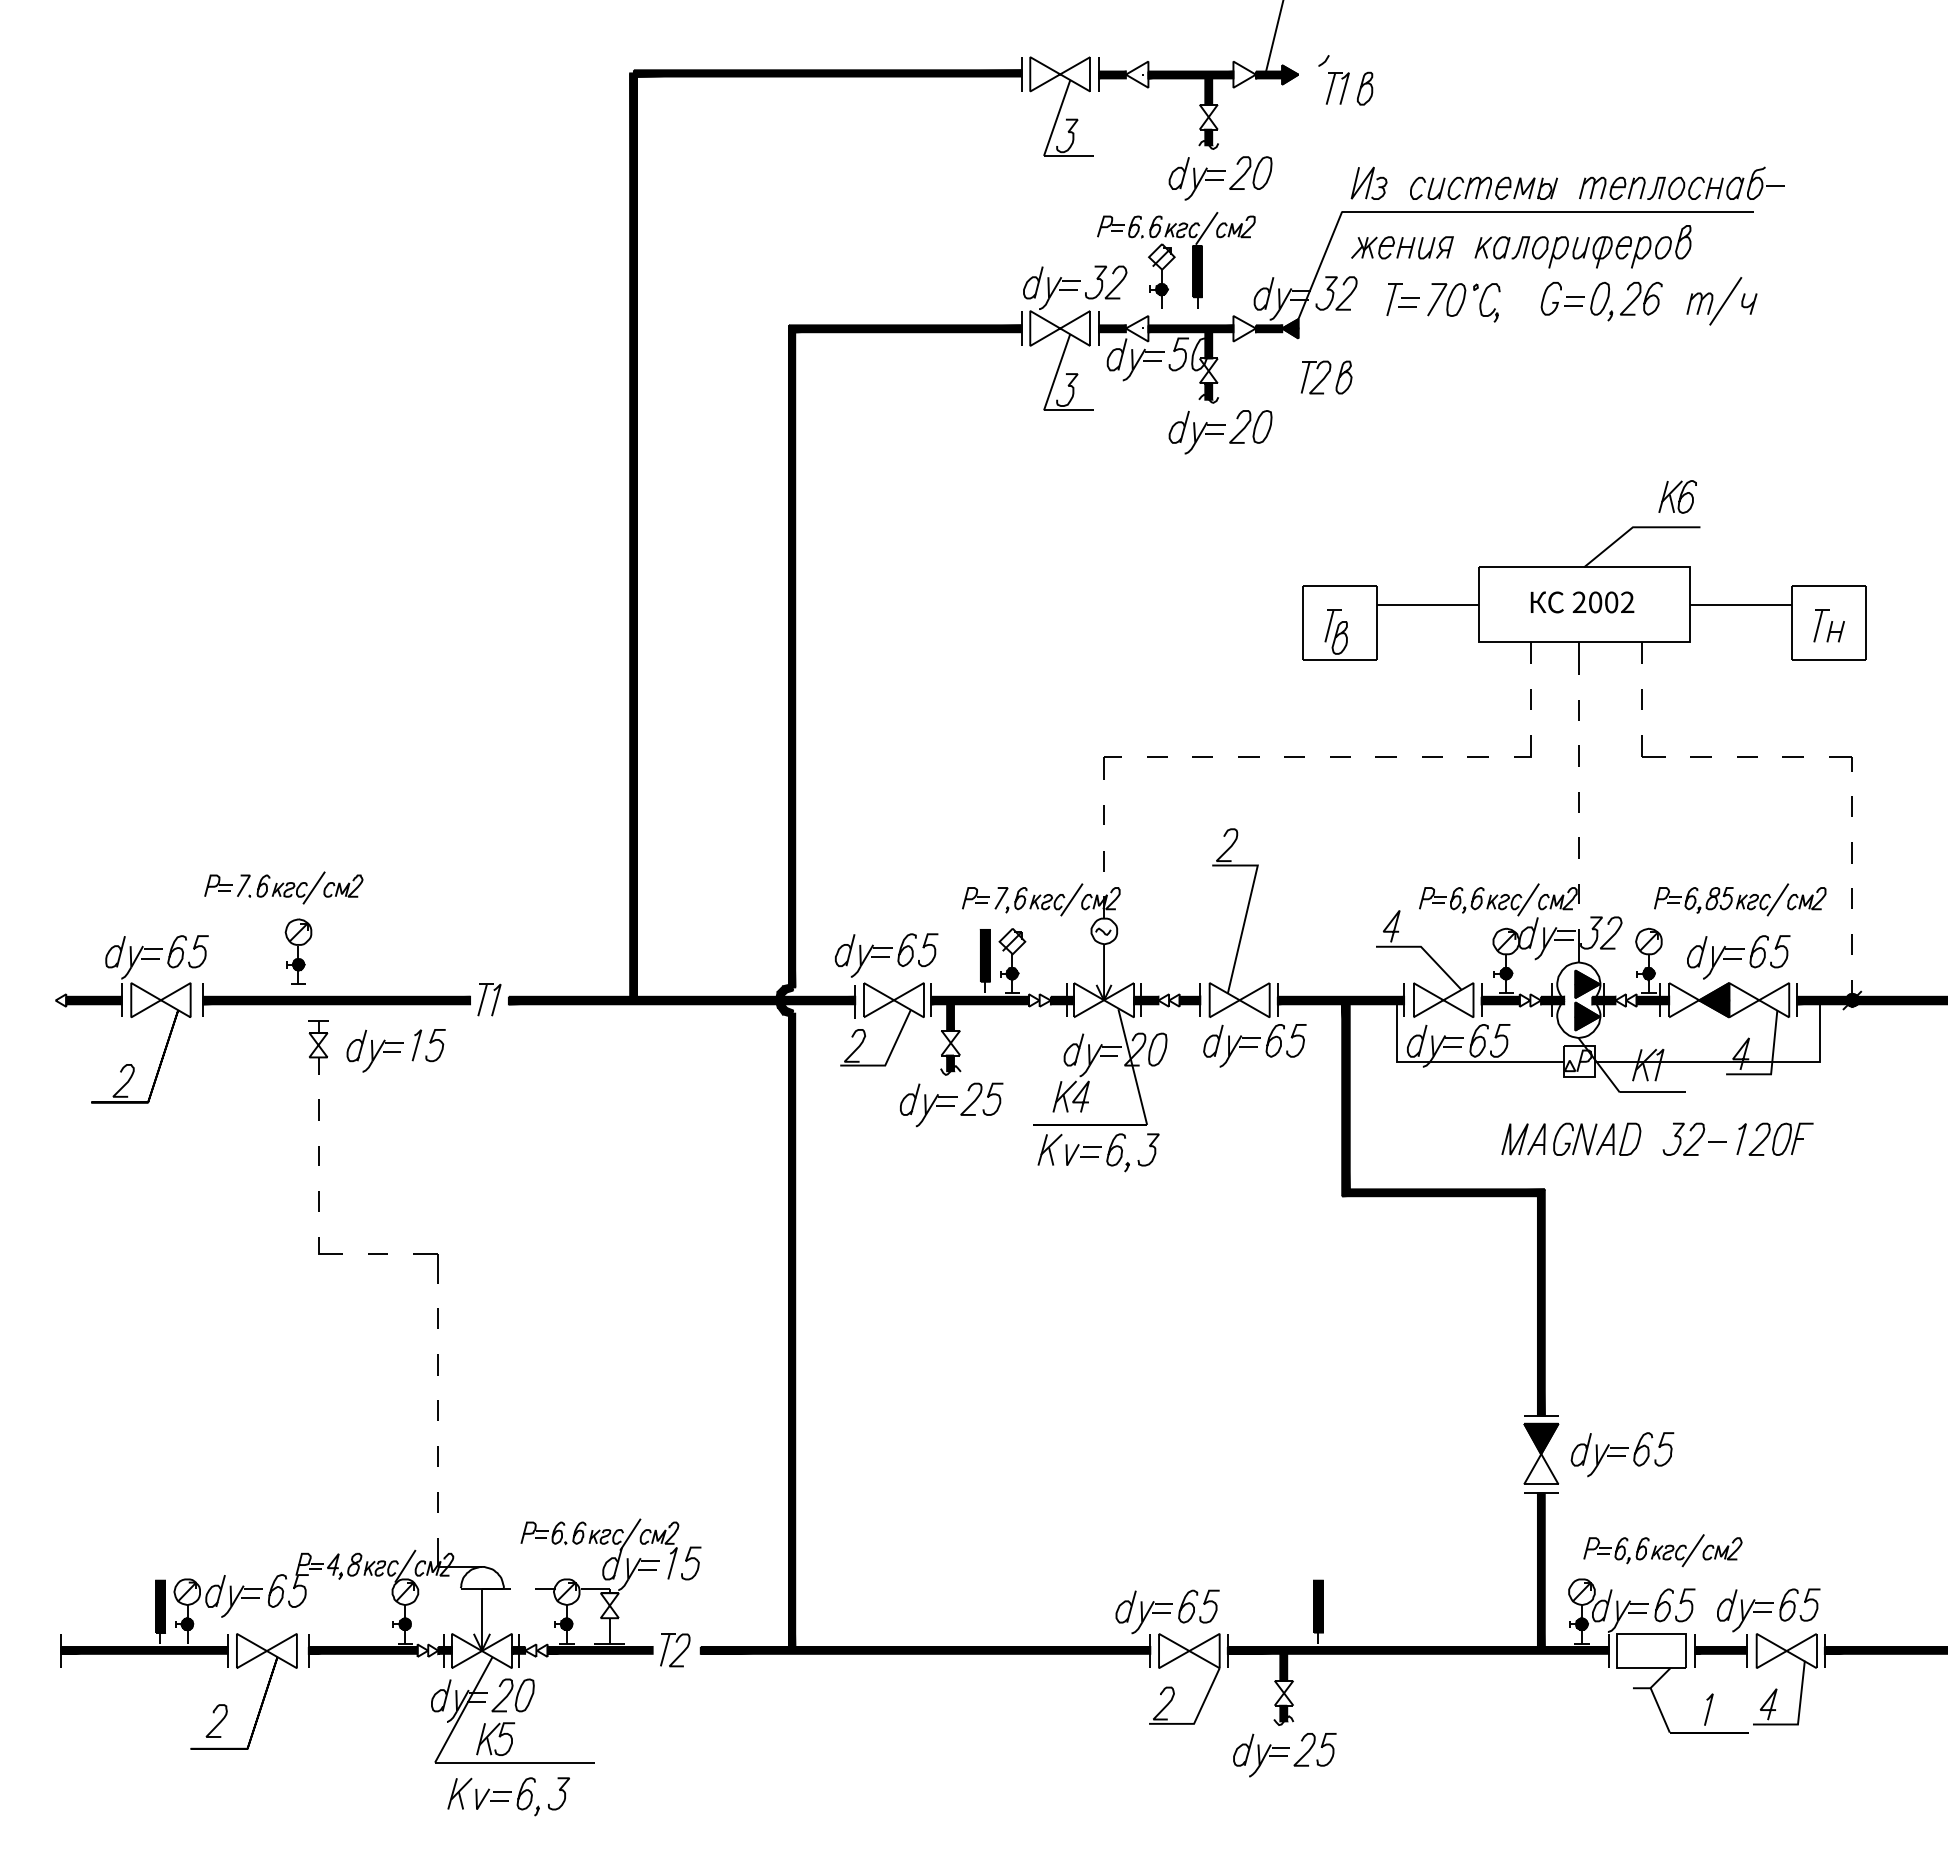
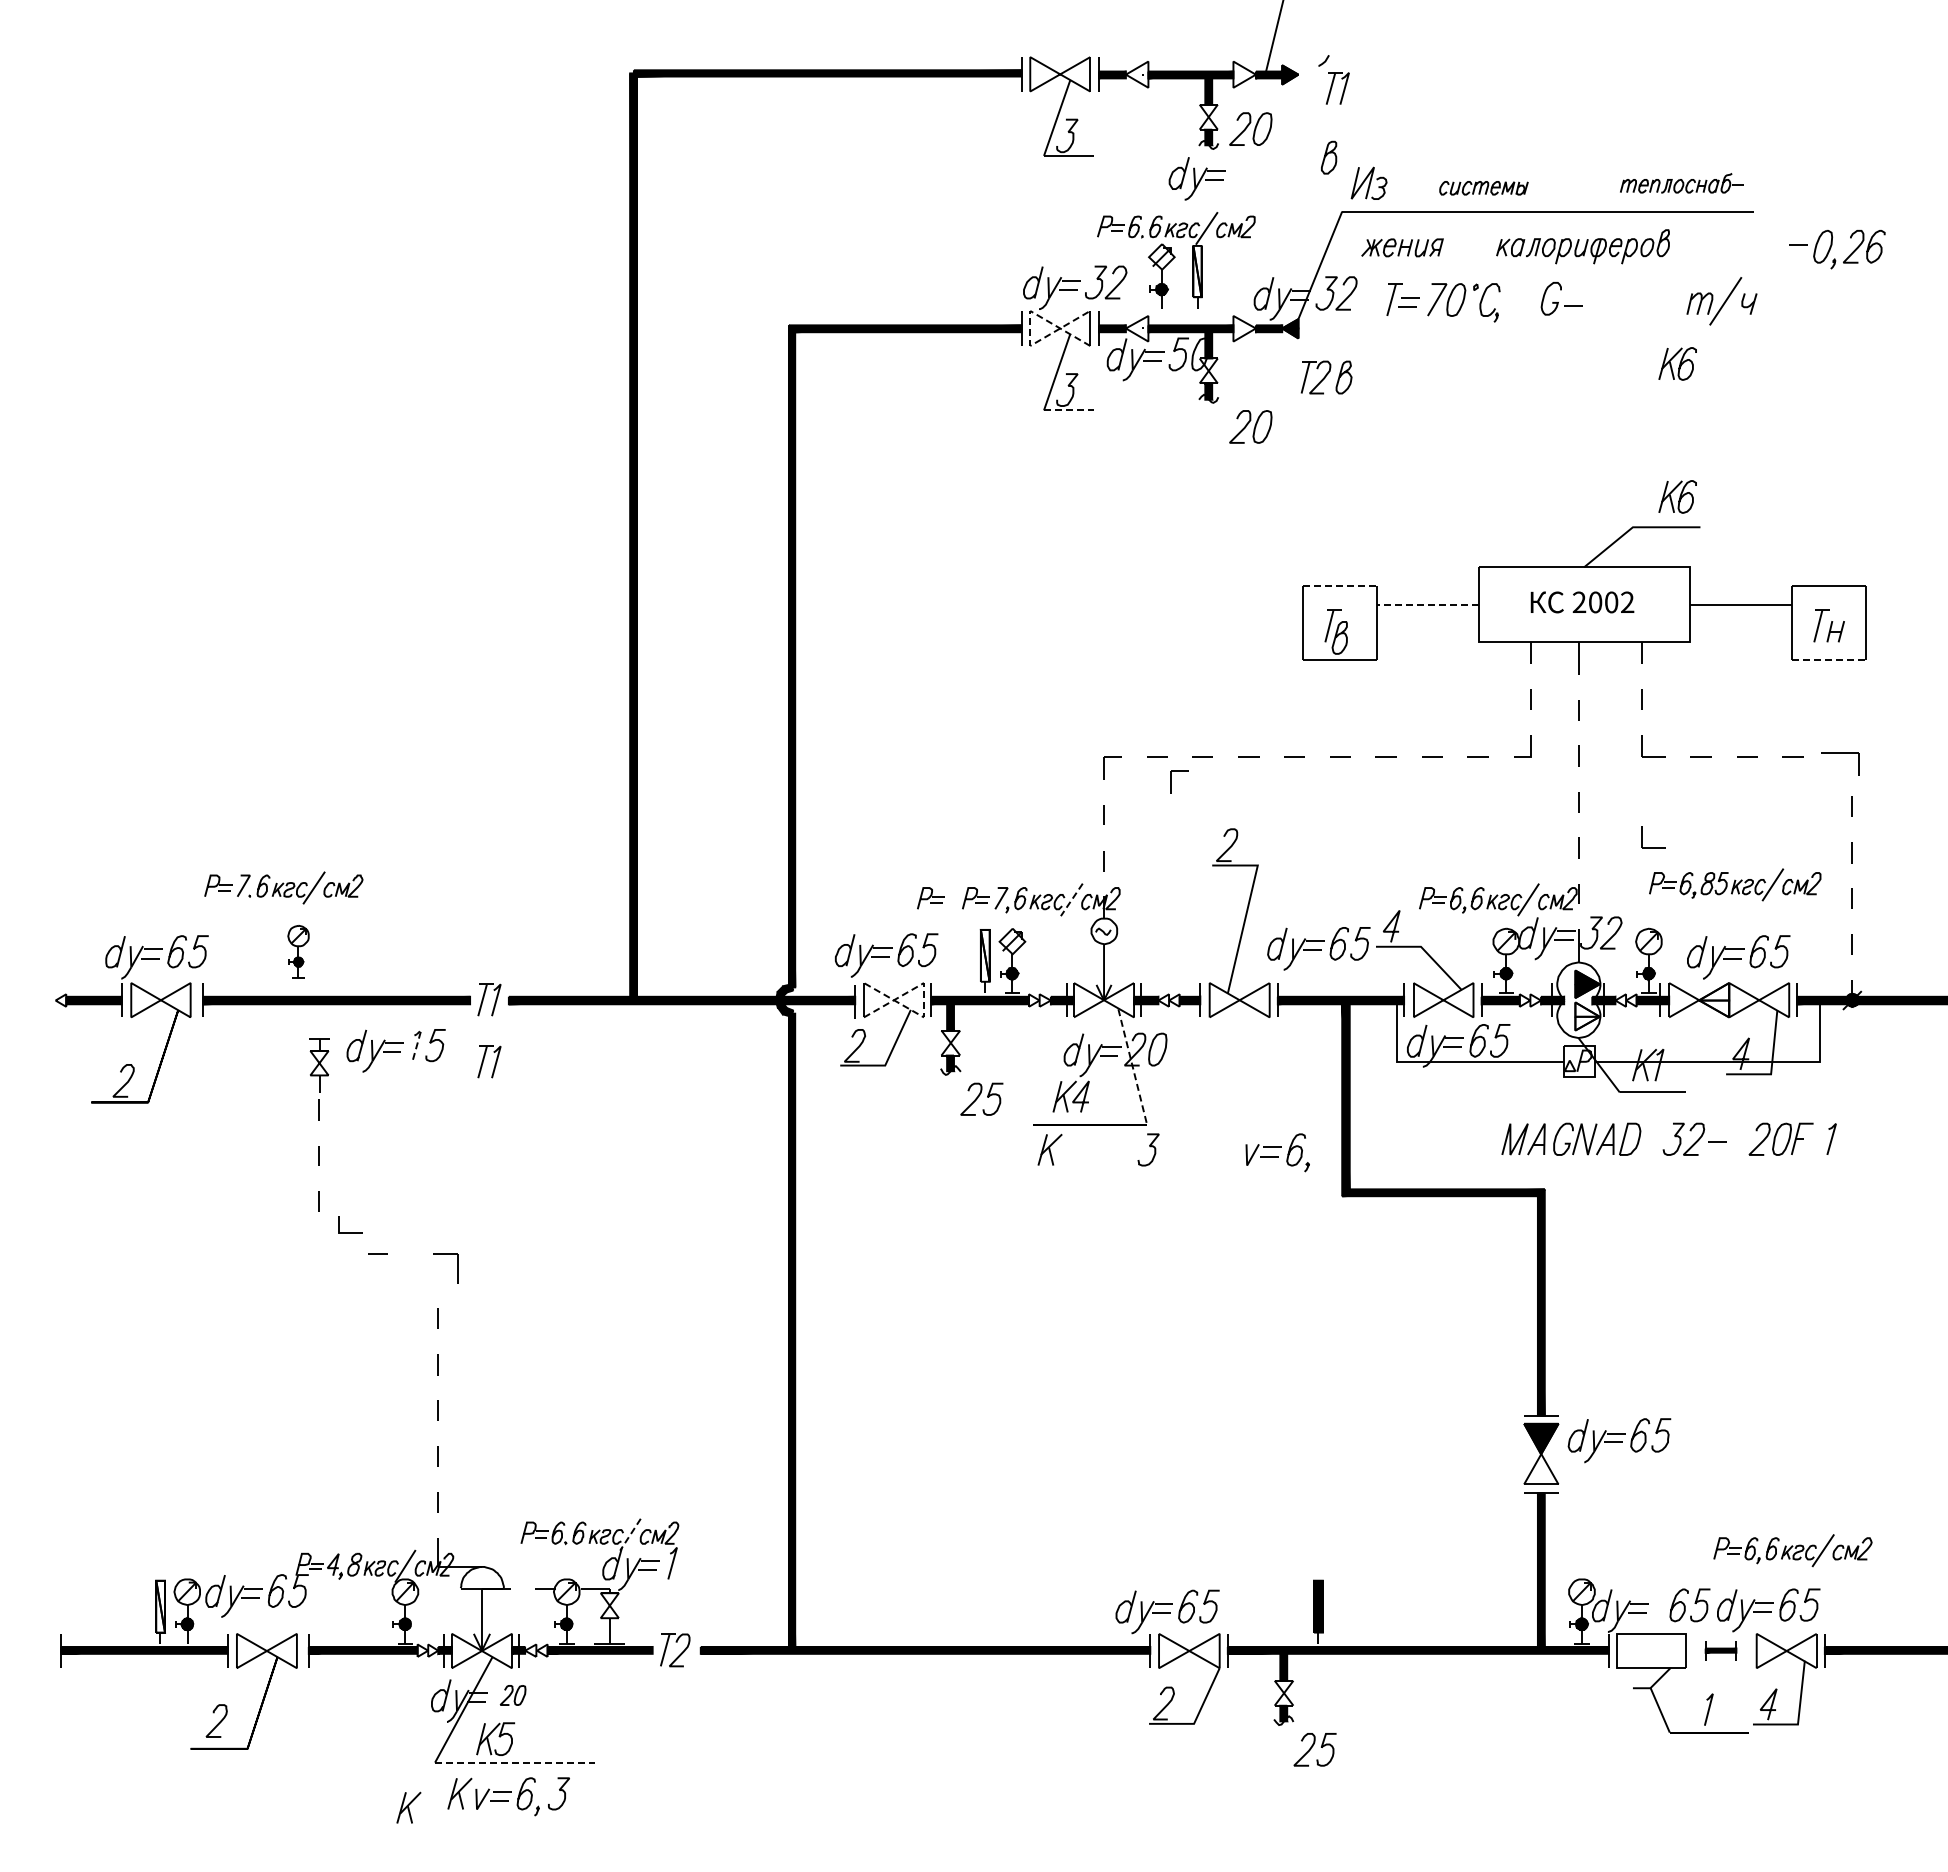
curve at (1363, 86) position: (1363, 86) -> (1327, 155)
part at (1250, 172) position: (1250, 172) -> (1250, 128)
part at (1681, 182) size: 206x34 px -> 124x21 px
part at (1483, 187) size: 148x24 px -> 90x15 px
part at (1582, 246) size: 218x44 px -> 174x36 px
part at (1402, 247) size: 103x24 px -> 83x20 px
fill at (1197, 271): present -> none
part at (1608, 300) position: (1608, 300) -> (1831, 248)
line at (1030, 328): solid -> dashed
part at (1677, 363): none -> present
line at (1069, 410): solid -> dashed
part at (1196, 432): present -> none
line at (1340, 586): solid -> dashed
line at (1427, 604): solid -> dashed
line at (1829, 660): solid -> dashed
part at (1840, 763) size: 24x16 px -> 39x24 px
part at (1171, 781): none -> present
part at (1653, 847): none -> present
part at (930, 898): none -> present
line at (1071, 899): solid -> dashed
part at (1740, 899) position: (1740, 899) -> (1735, 884)
part at (298, 951) size: 29x67 px -> 23x54 px
fill at (984, 955): present -> none
line at (923, 1000): solid -> dashed
fill at (1714, 1000): present -> none
fill at (1587, 1016): present -> none
line at (418, 1040): solid -> dashed
part at (1254, 1045) position: (1254, 1045) -> (1318, 948)
part at (318, 1047) position: (318, 1047) -> (319, 1065)
part at (489, 1061): none -> present
line at (1132, 1067): solid -> dashed
part at (928, 1105): present -> none
line at (1741, 1138) position: (1741, 1138) -> (1831, 1138)
part at (1097, 1152) position: (1097, 1152) -> (1277, 1152)
line at (330, 1253) position: (330, 1253) -> (350, 1232)
part at (437, 1268) position: (437, 1268) -> (457, 1268)
part at (1622, 1454) position: (1622, 1454) -> (1619, 1440)
line at (630, 1534): solid -> dashed
part at (1662, 1550) position: (1662, 1550) -> (1792, 1550)
curve at (689, 1560): present -> none
part at (1674, 1605) position: (1674, 1605) -> (1689, 1605)
fill at (160, 1606): present -> none
part at (1720, 1650) size: 54x34 px -> 34x20 px
part at (512, 1695) size: 44x35 px -> 28x21 px
part at (1261, 1755): present -> none
line at (514, 1762): solid -> dashed
part at (408, 1807): none -> present
